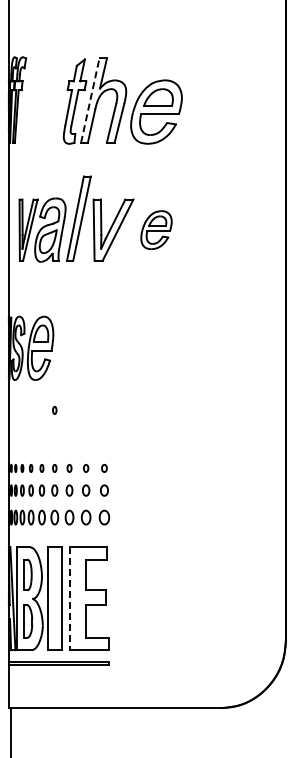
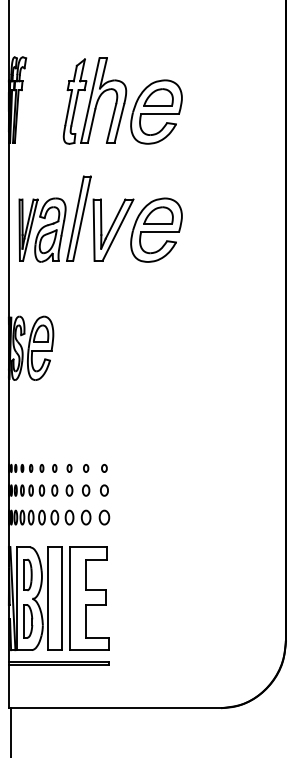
line at (90, 100): dashed -> solid
part at (156, 230) size: 33x41 px -> 53x66 px
part at (54, 410): present -> none
line at (69, 599): dashed -> solid
